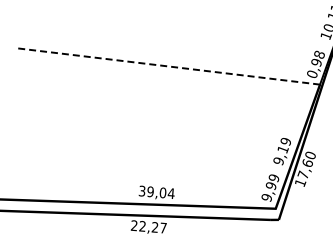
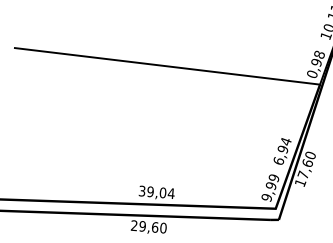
line at (167, 66): dashed -> solid
text at (282, 151): 9,19 -> 6,94
text at (152, 227): 22,27 -> 29,60
